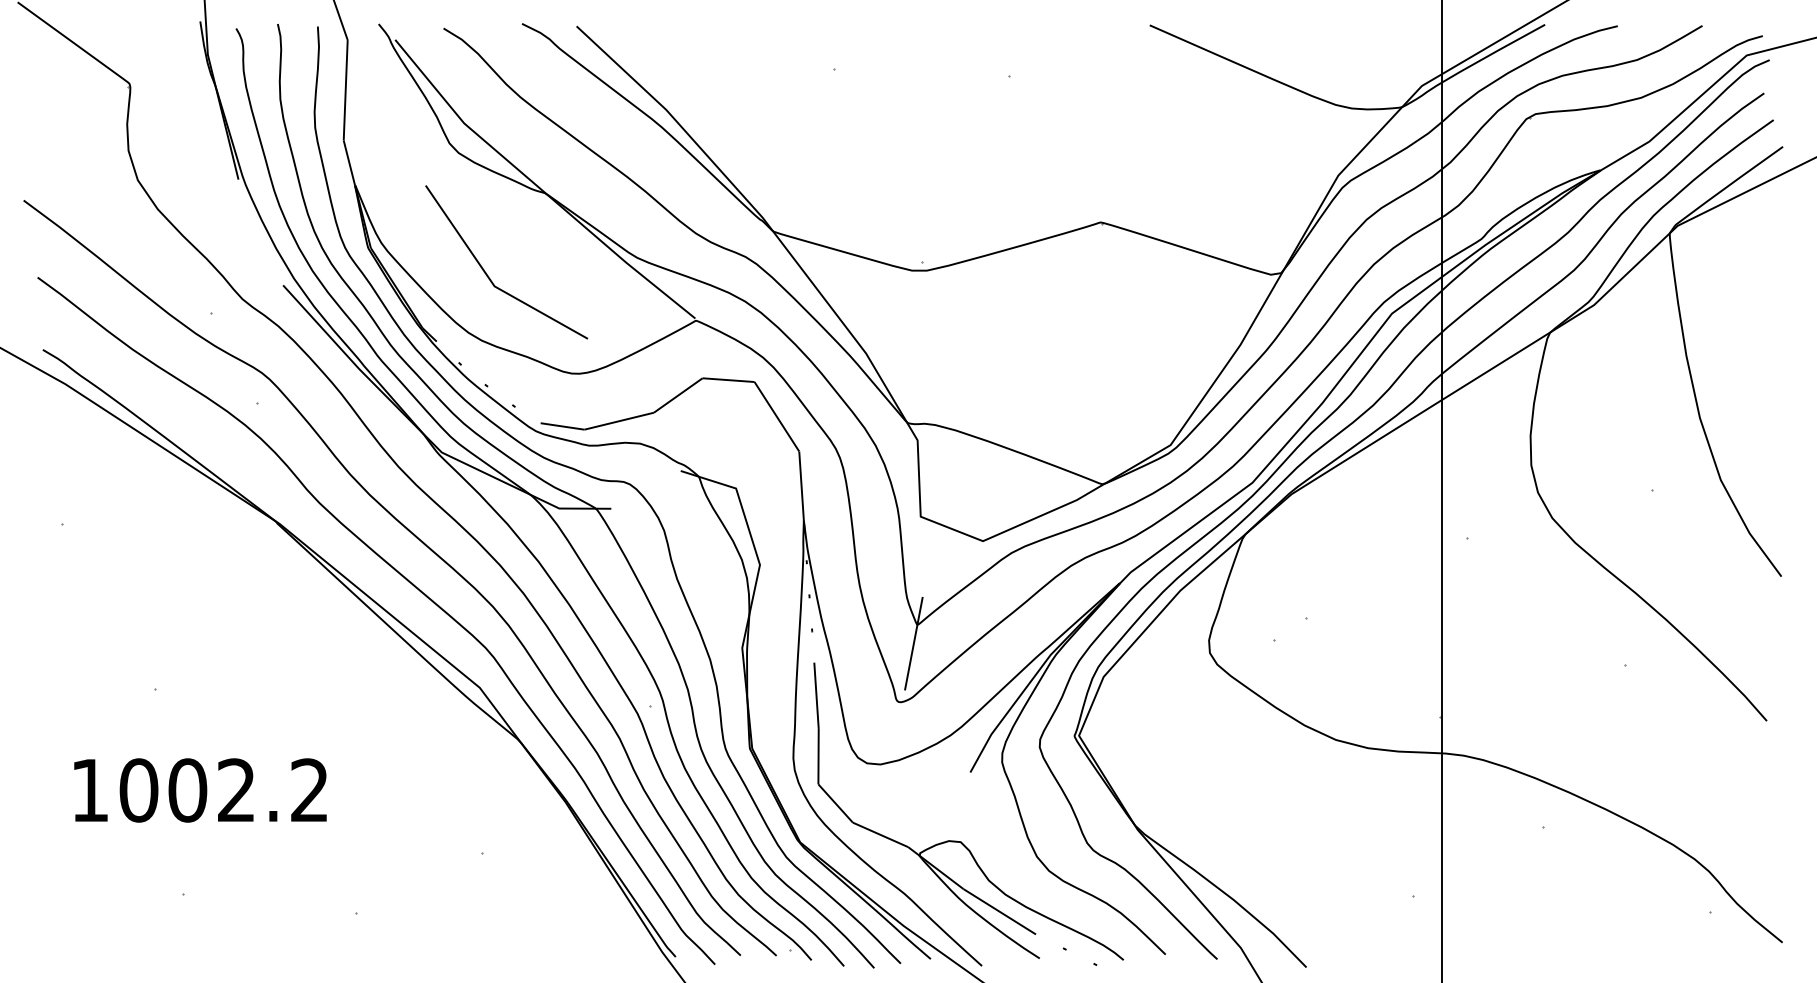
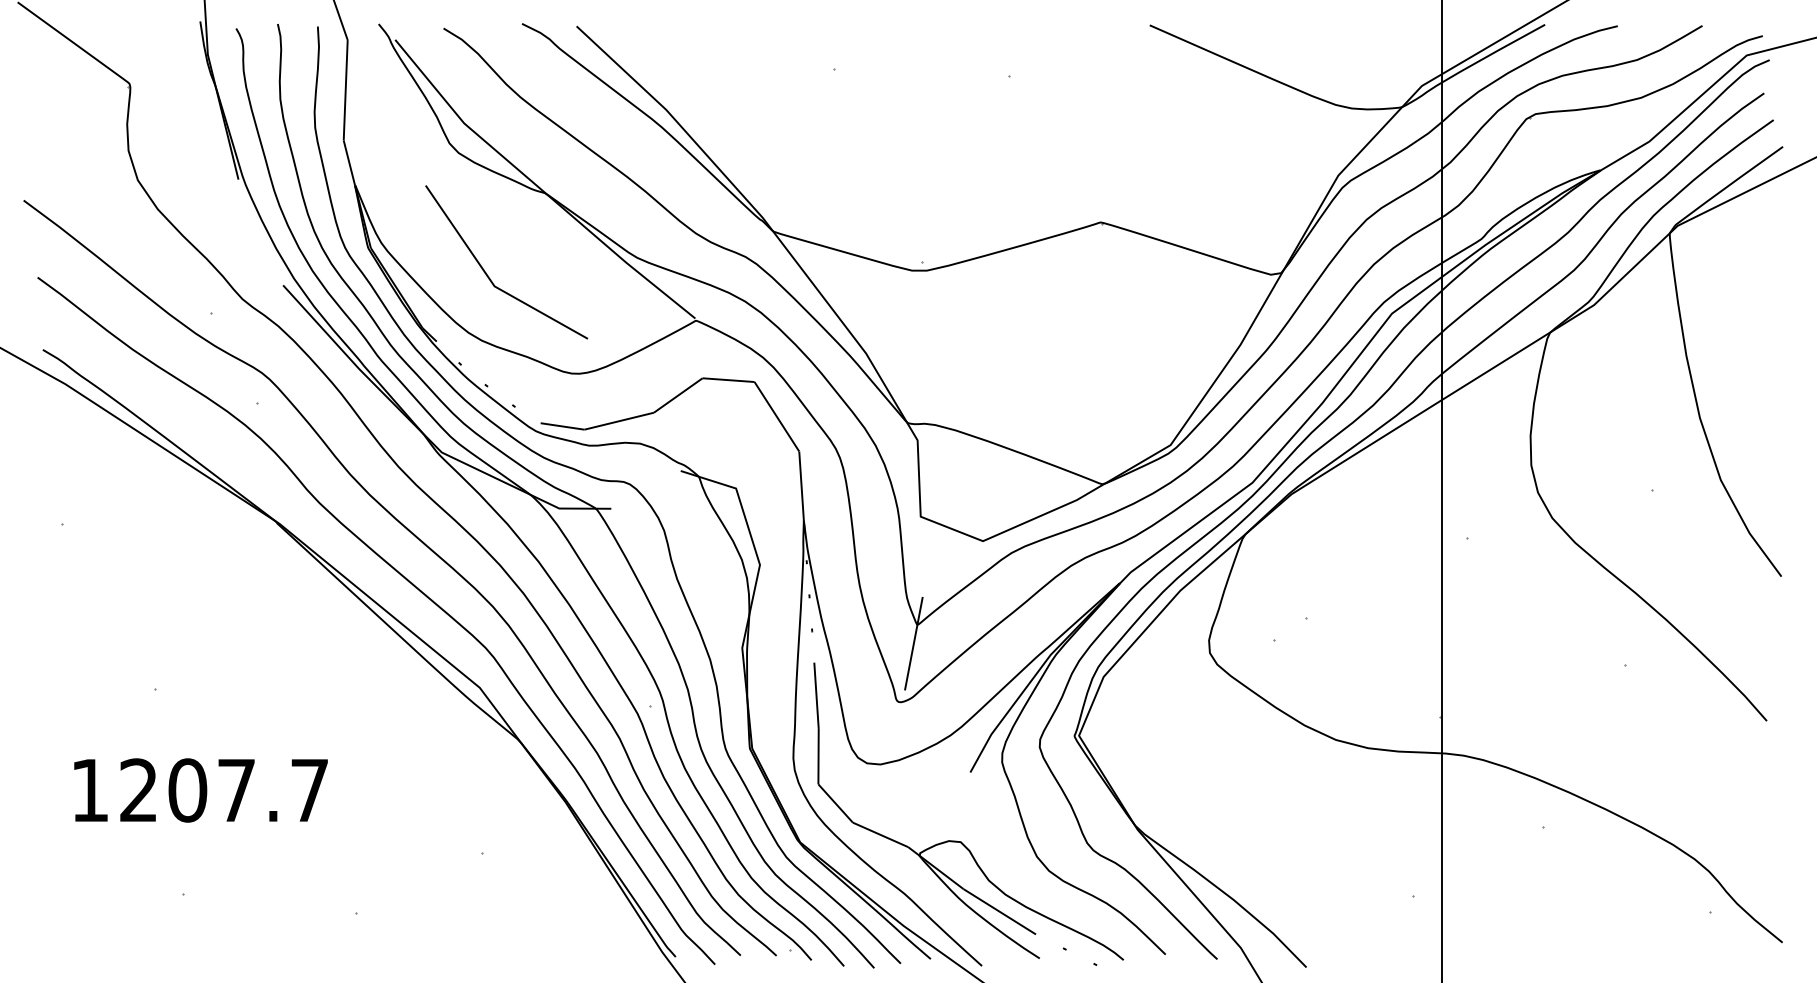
text at (223, 790): 1002.2 -> 1207.7
